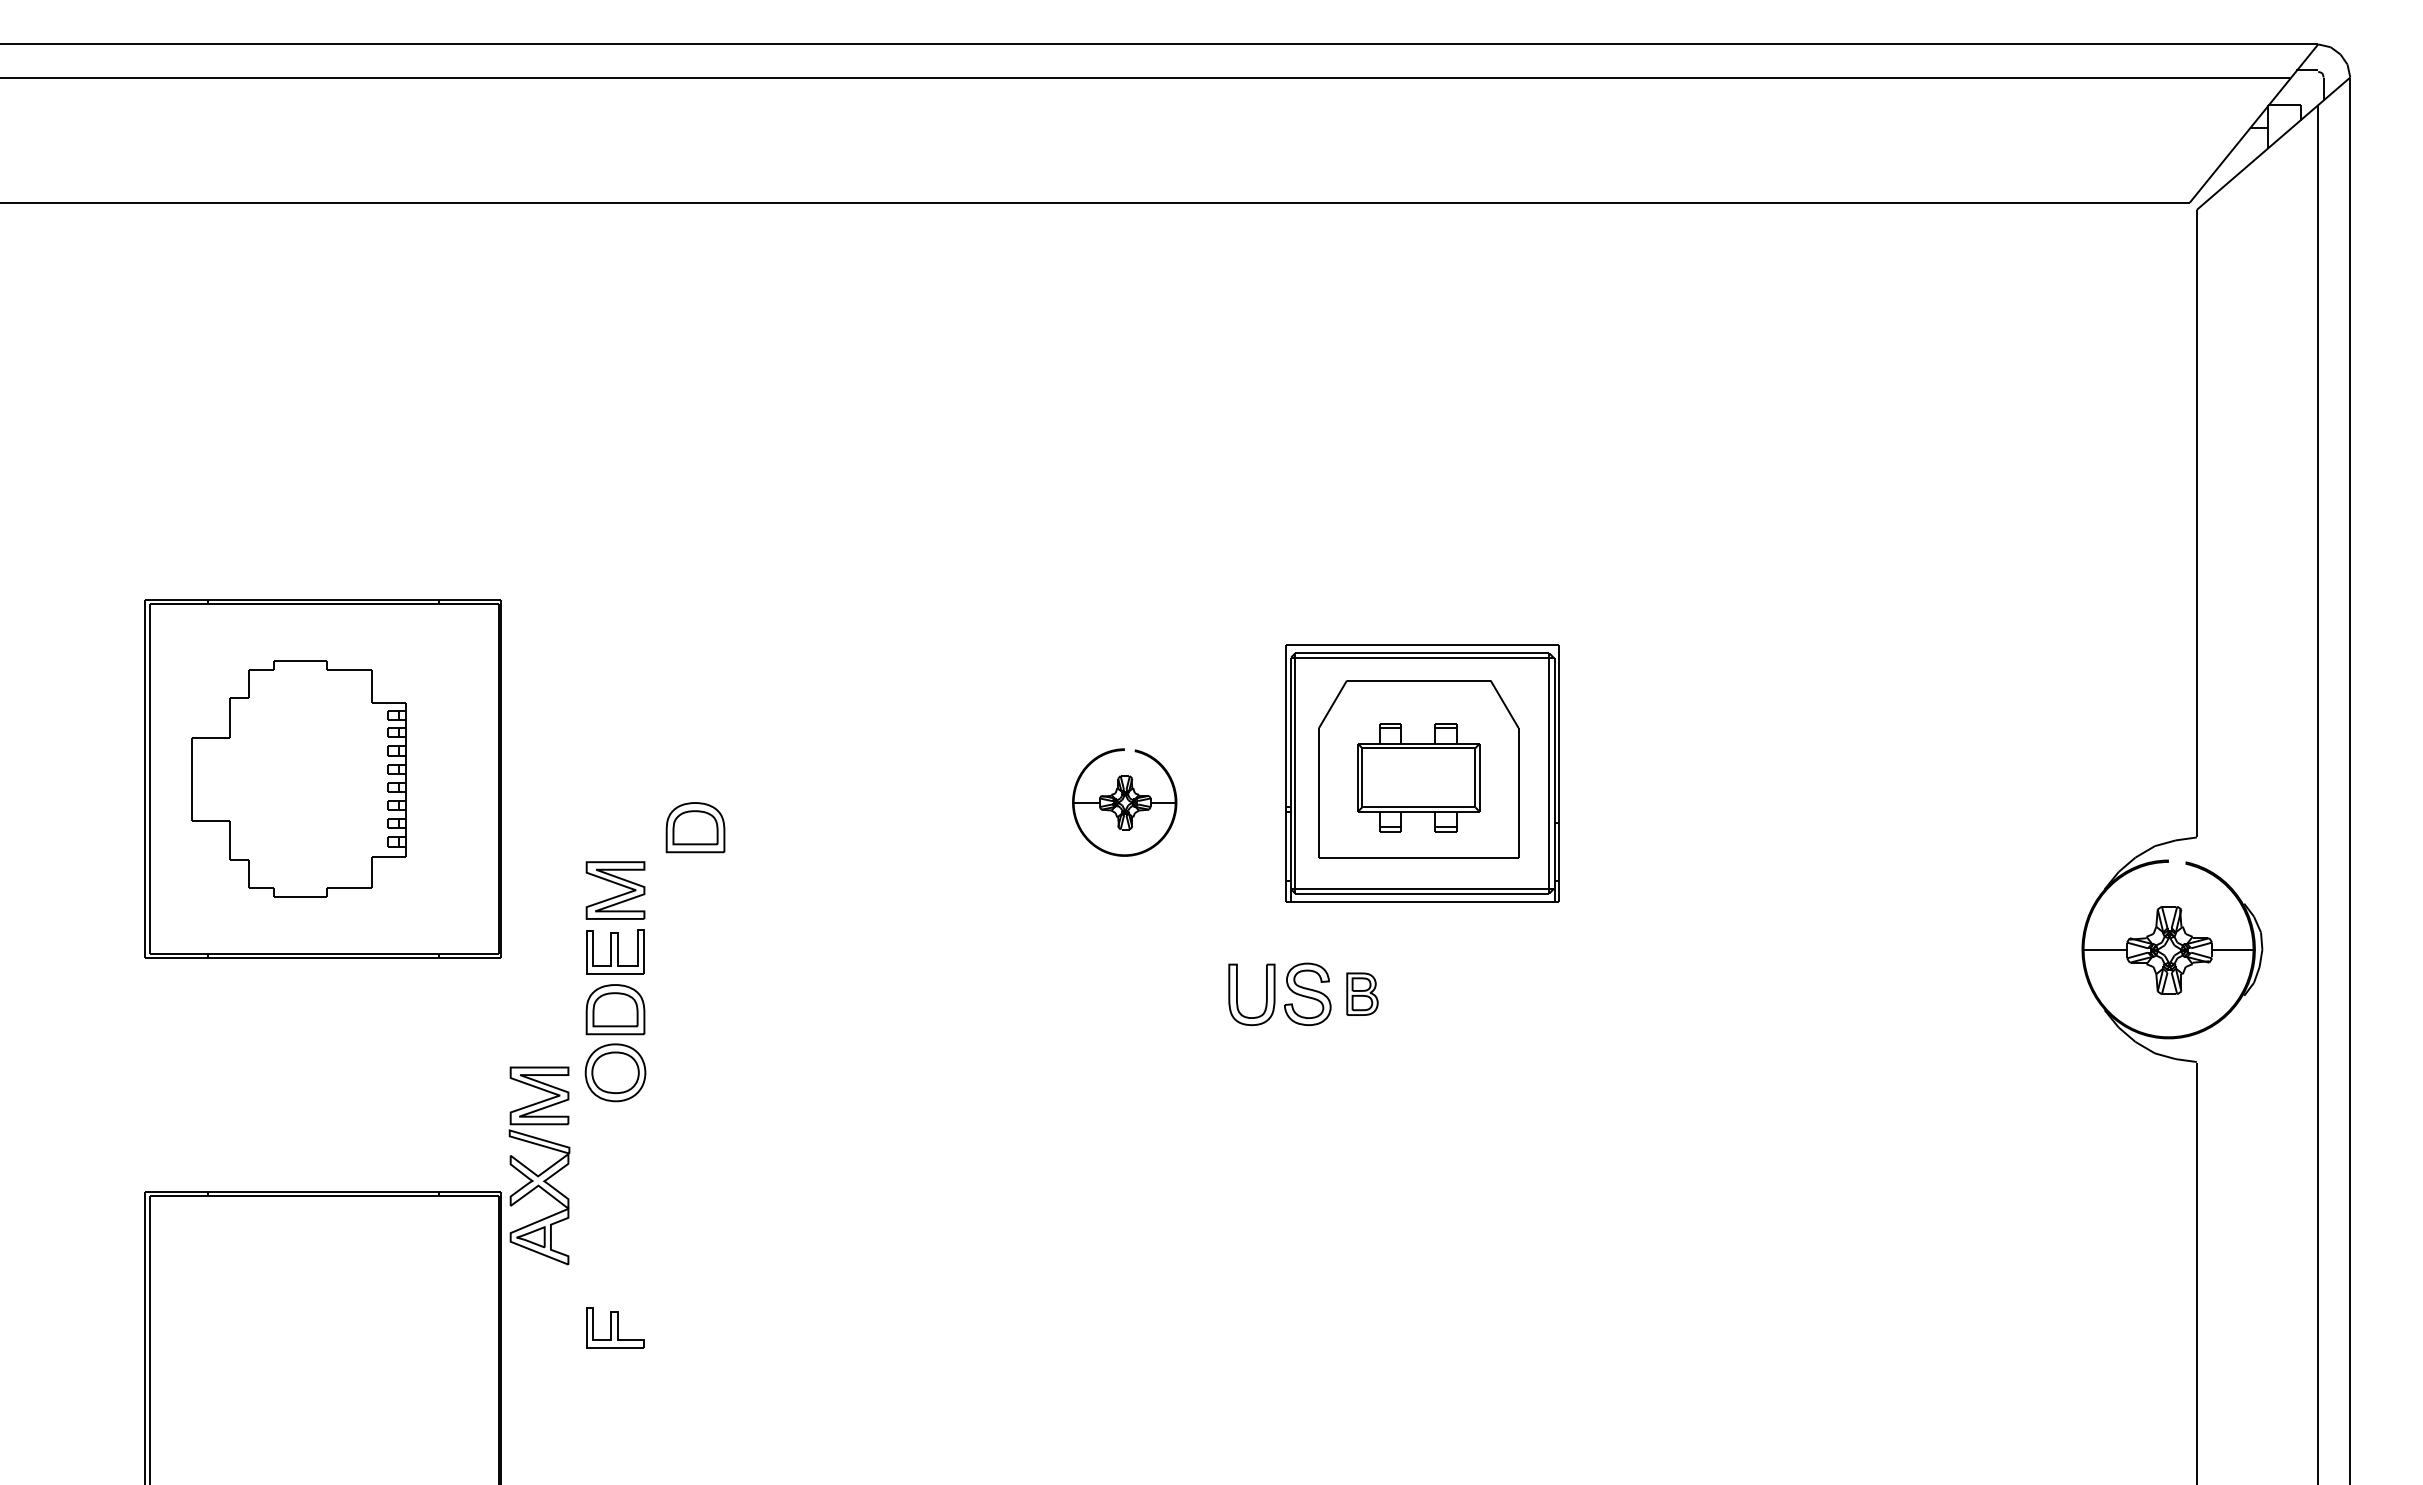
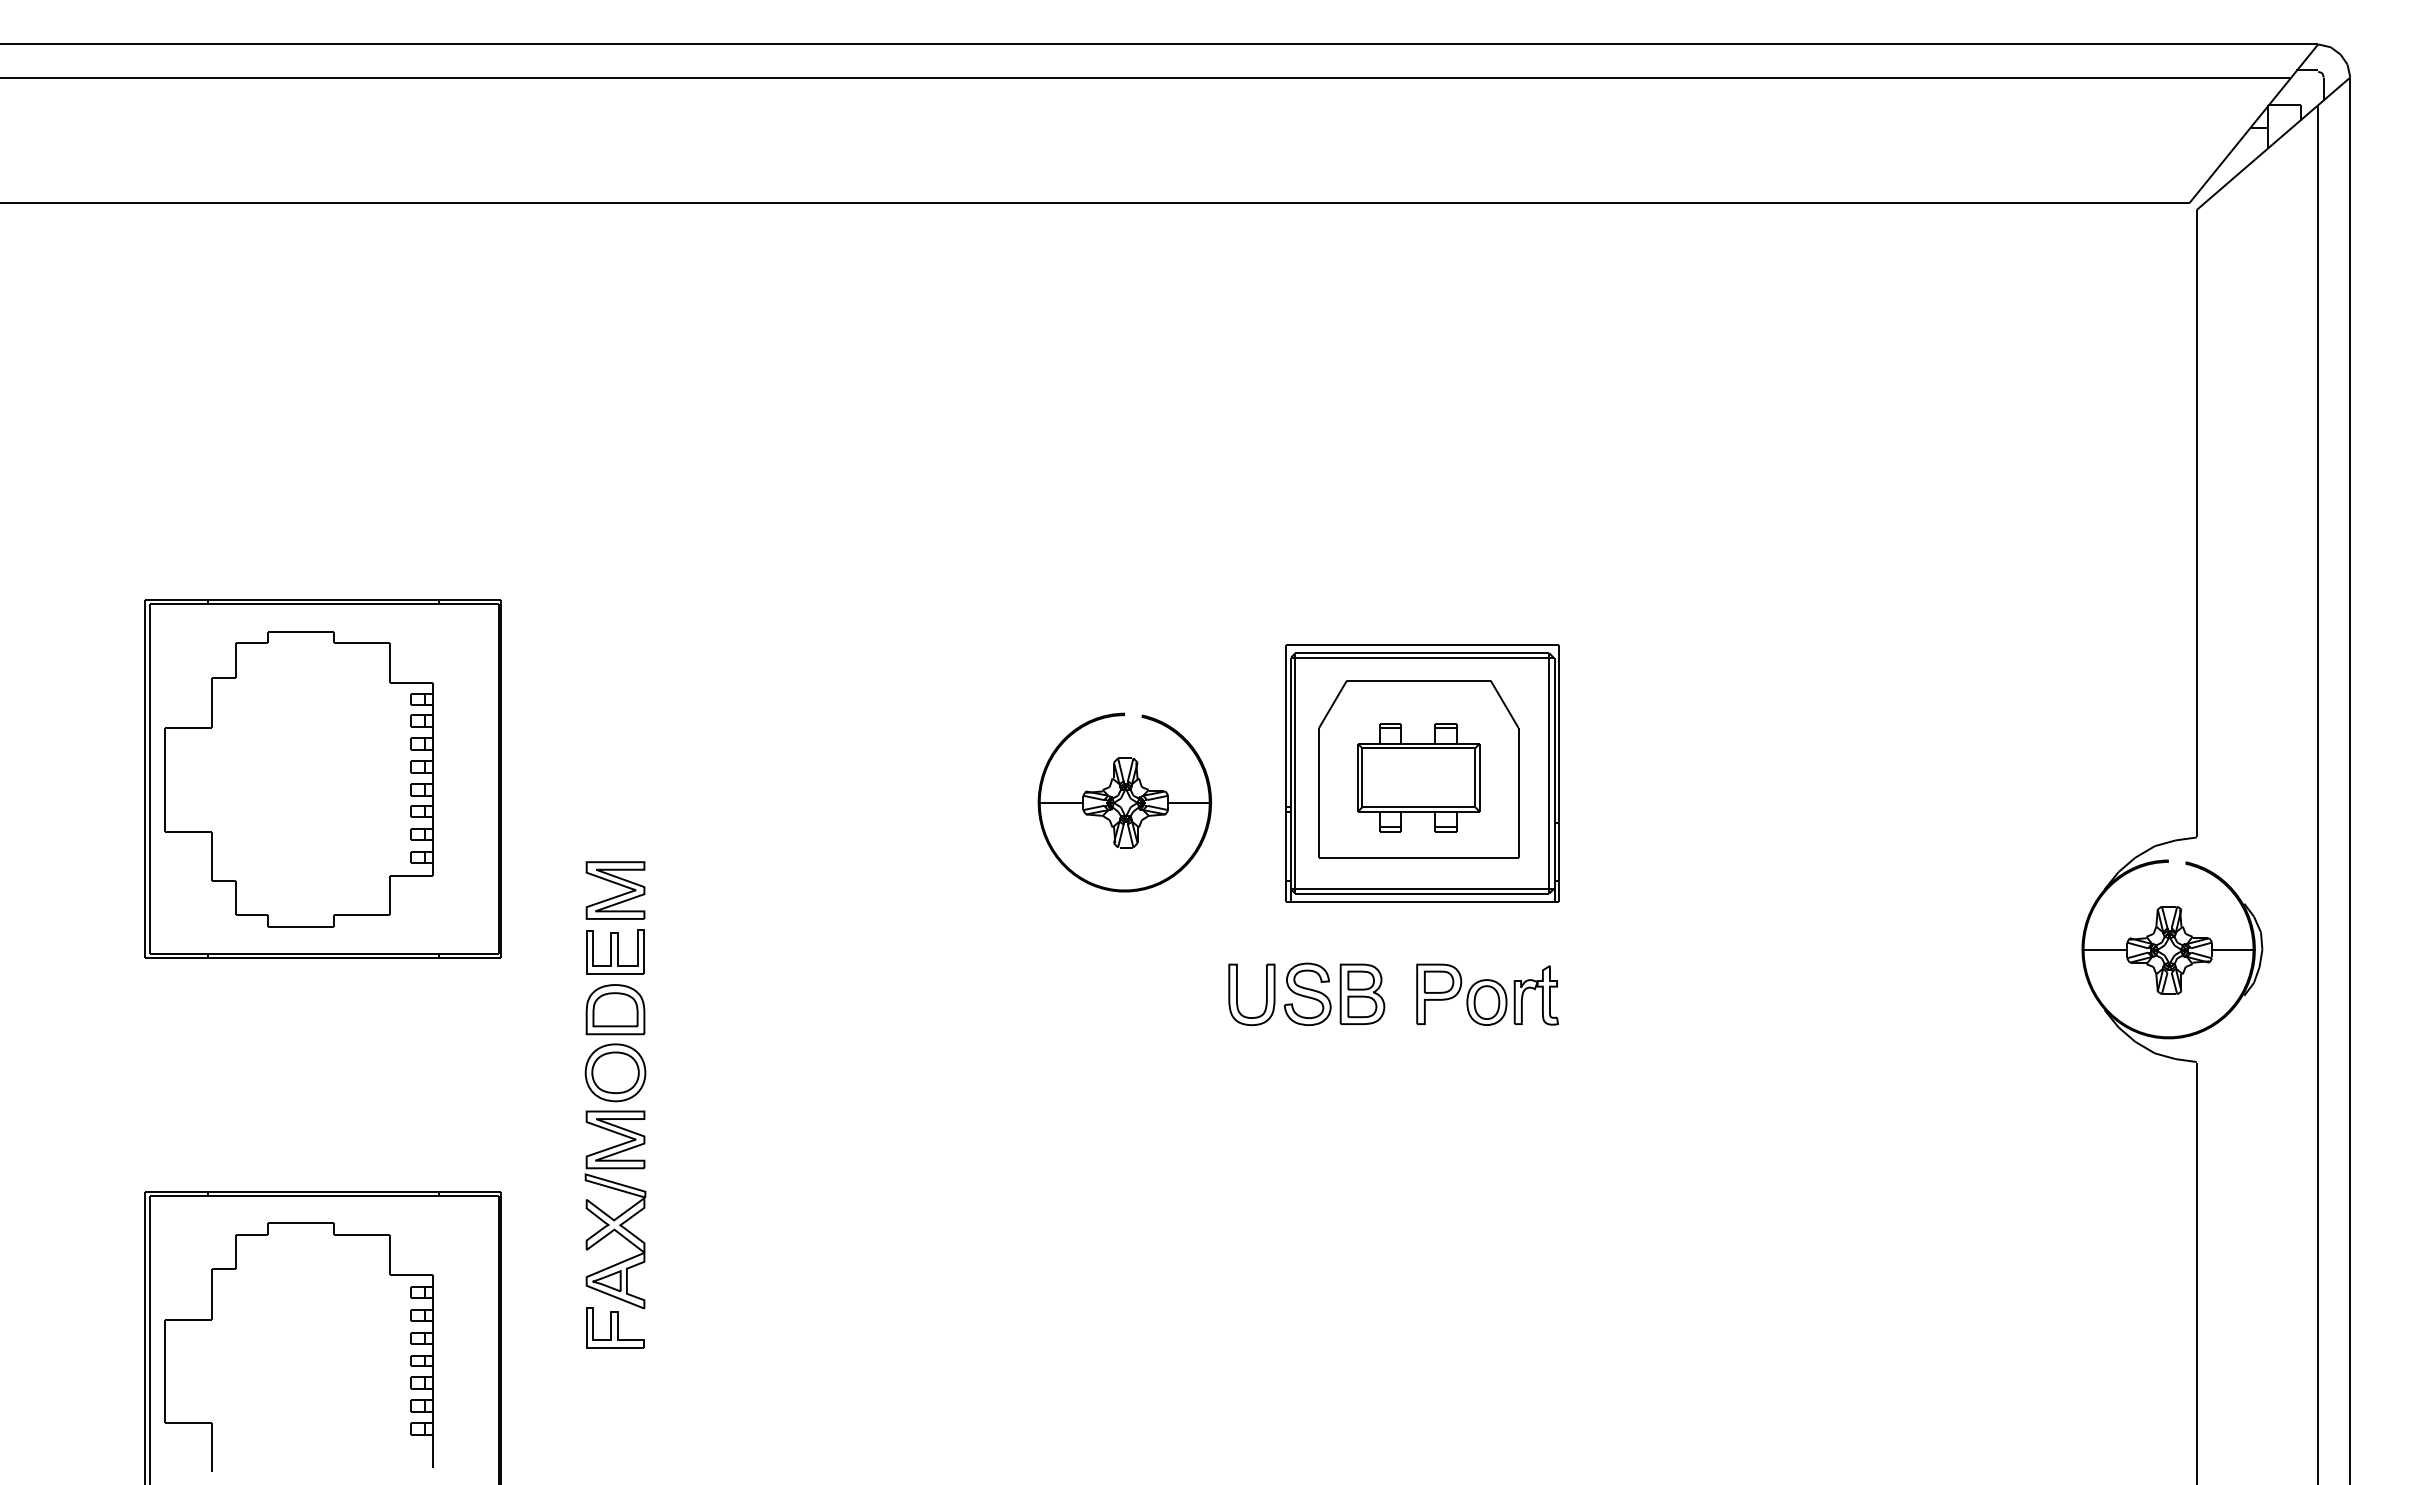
part at (298, 778) size: 216x238 px -> 270x297 px
part at (1124, 802) size: 106x109 px -> 175x181 px
part at (695, 827): present -> none
part at (1362, 993) size: 33x44 px -> 47x62 px
part at (1487, 994): none -> present
part at (544, 1170) position: (544, 1170) -> (620, 1214)
part at (212, 1319): none -> present
